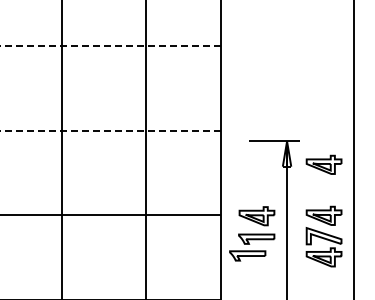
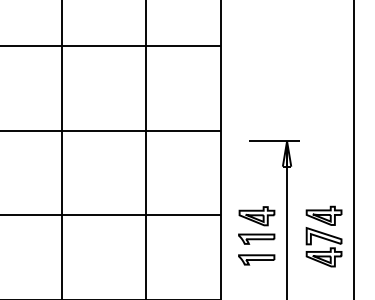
line at (110, 46): dashed -> solid
line at (110, 130): dashed -> solid
part at (323, 164): present -> none
part at (247, 255) position: (247, 255) -> (256, 259)
